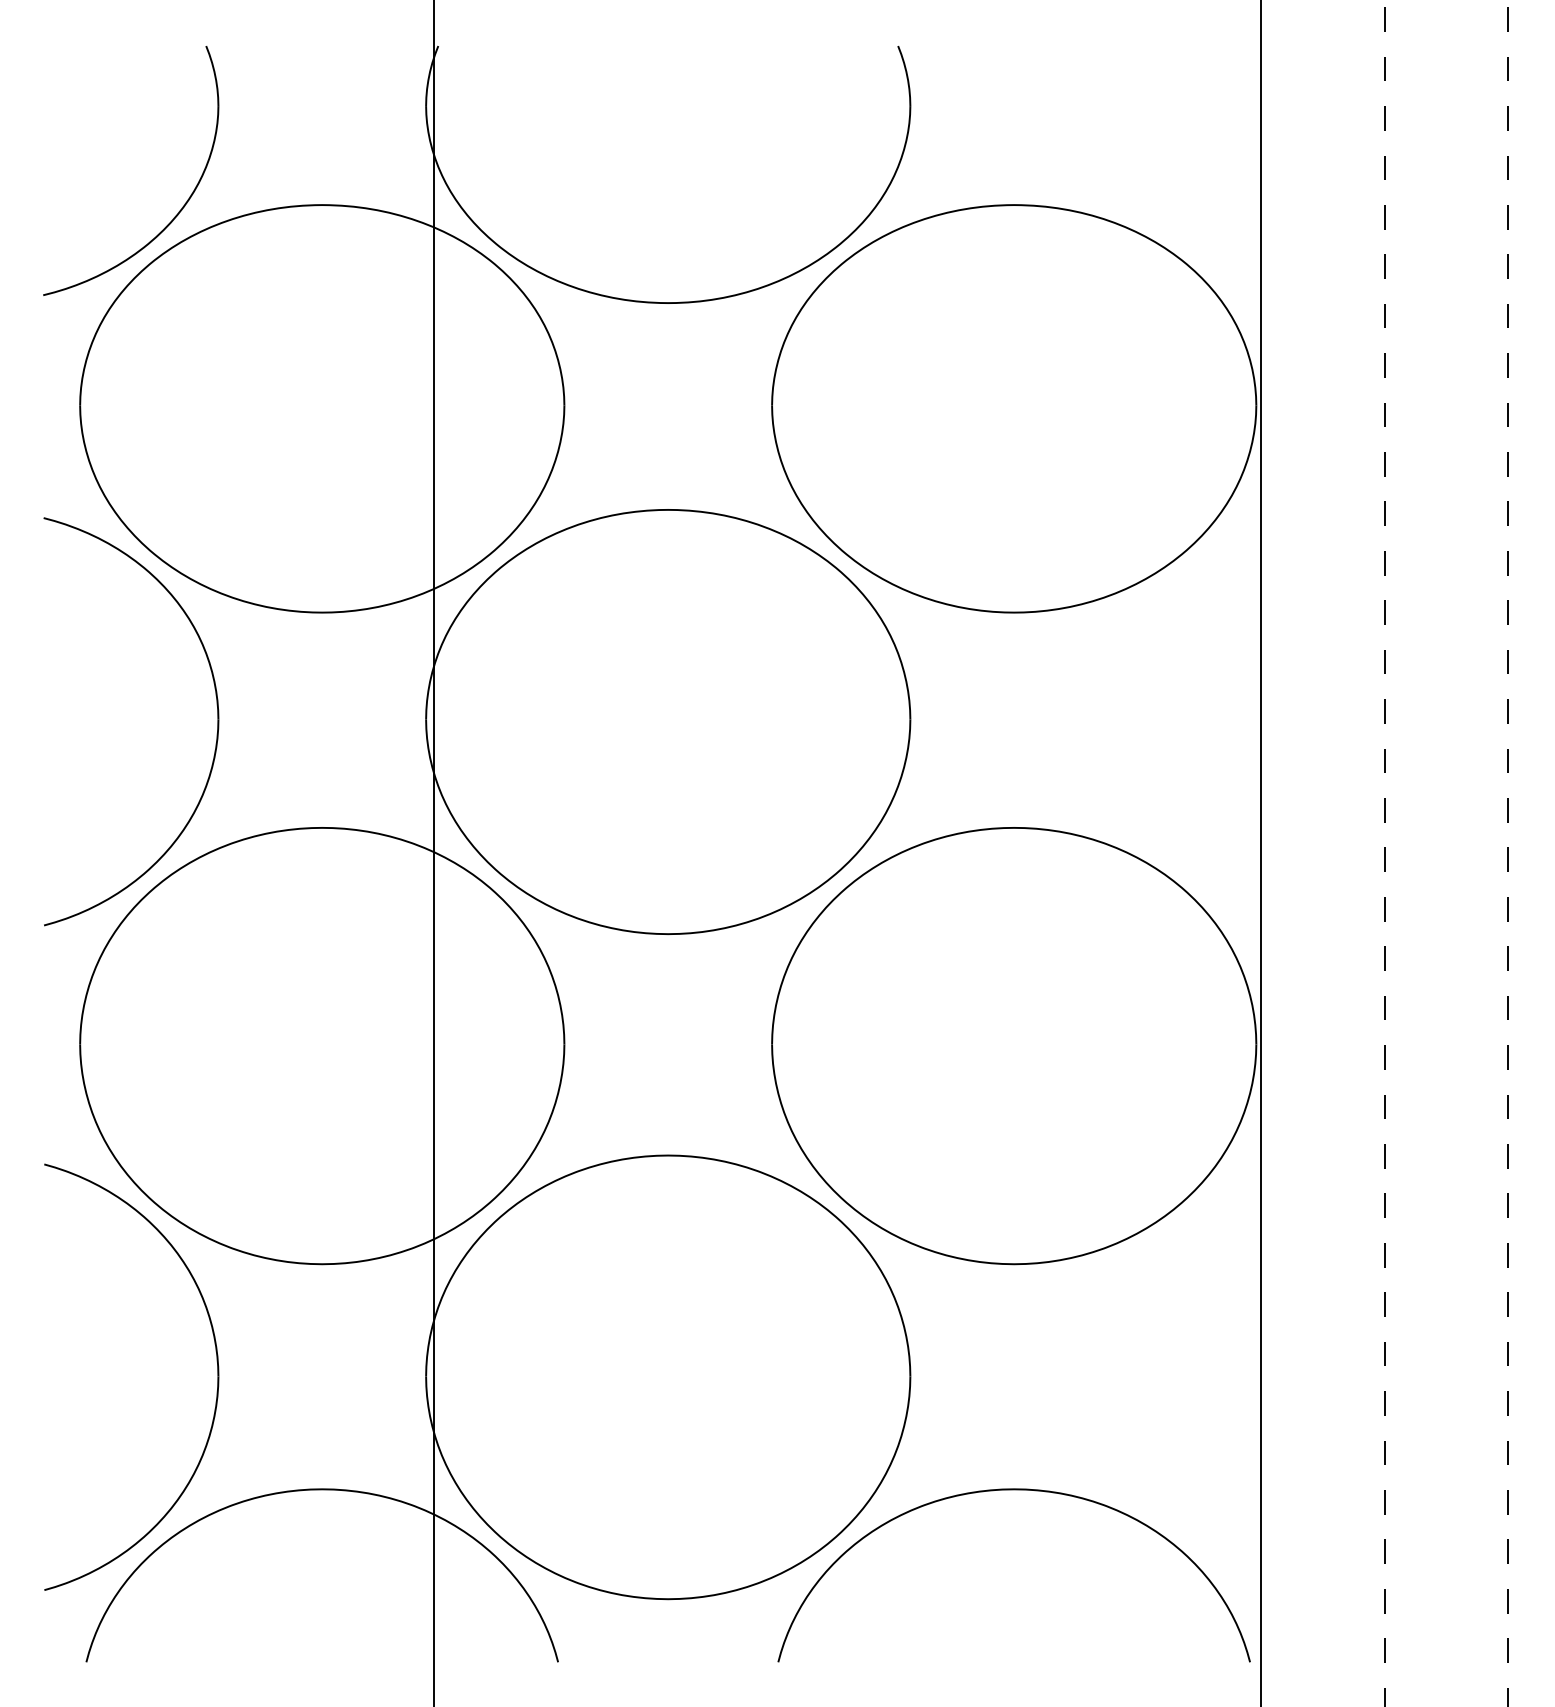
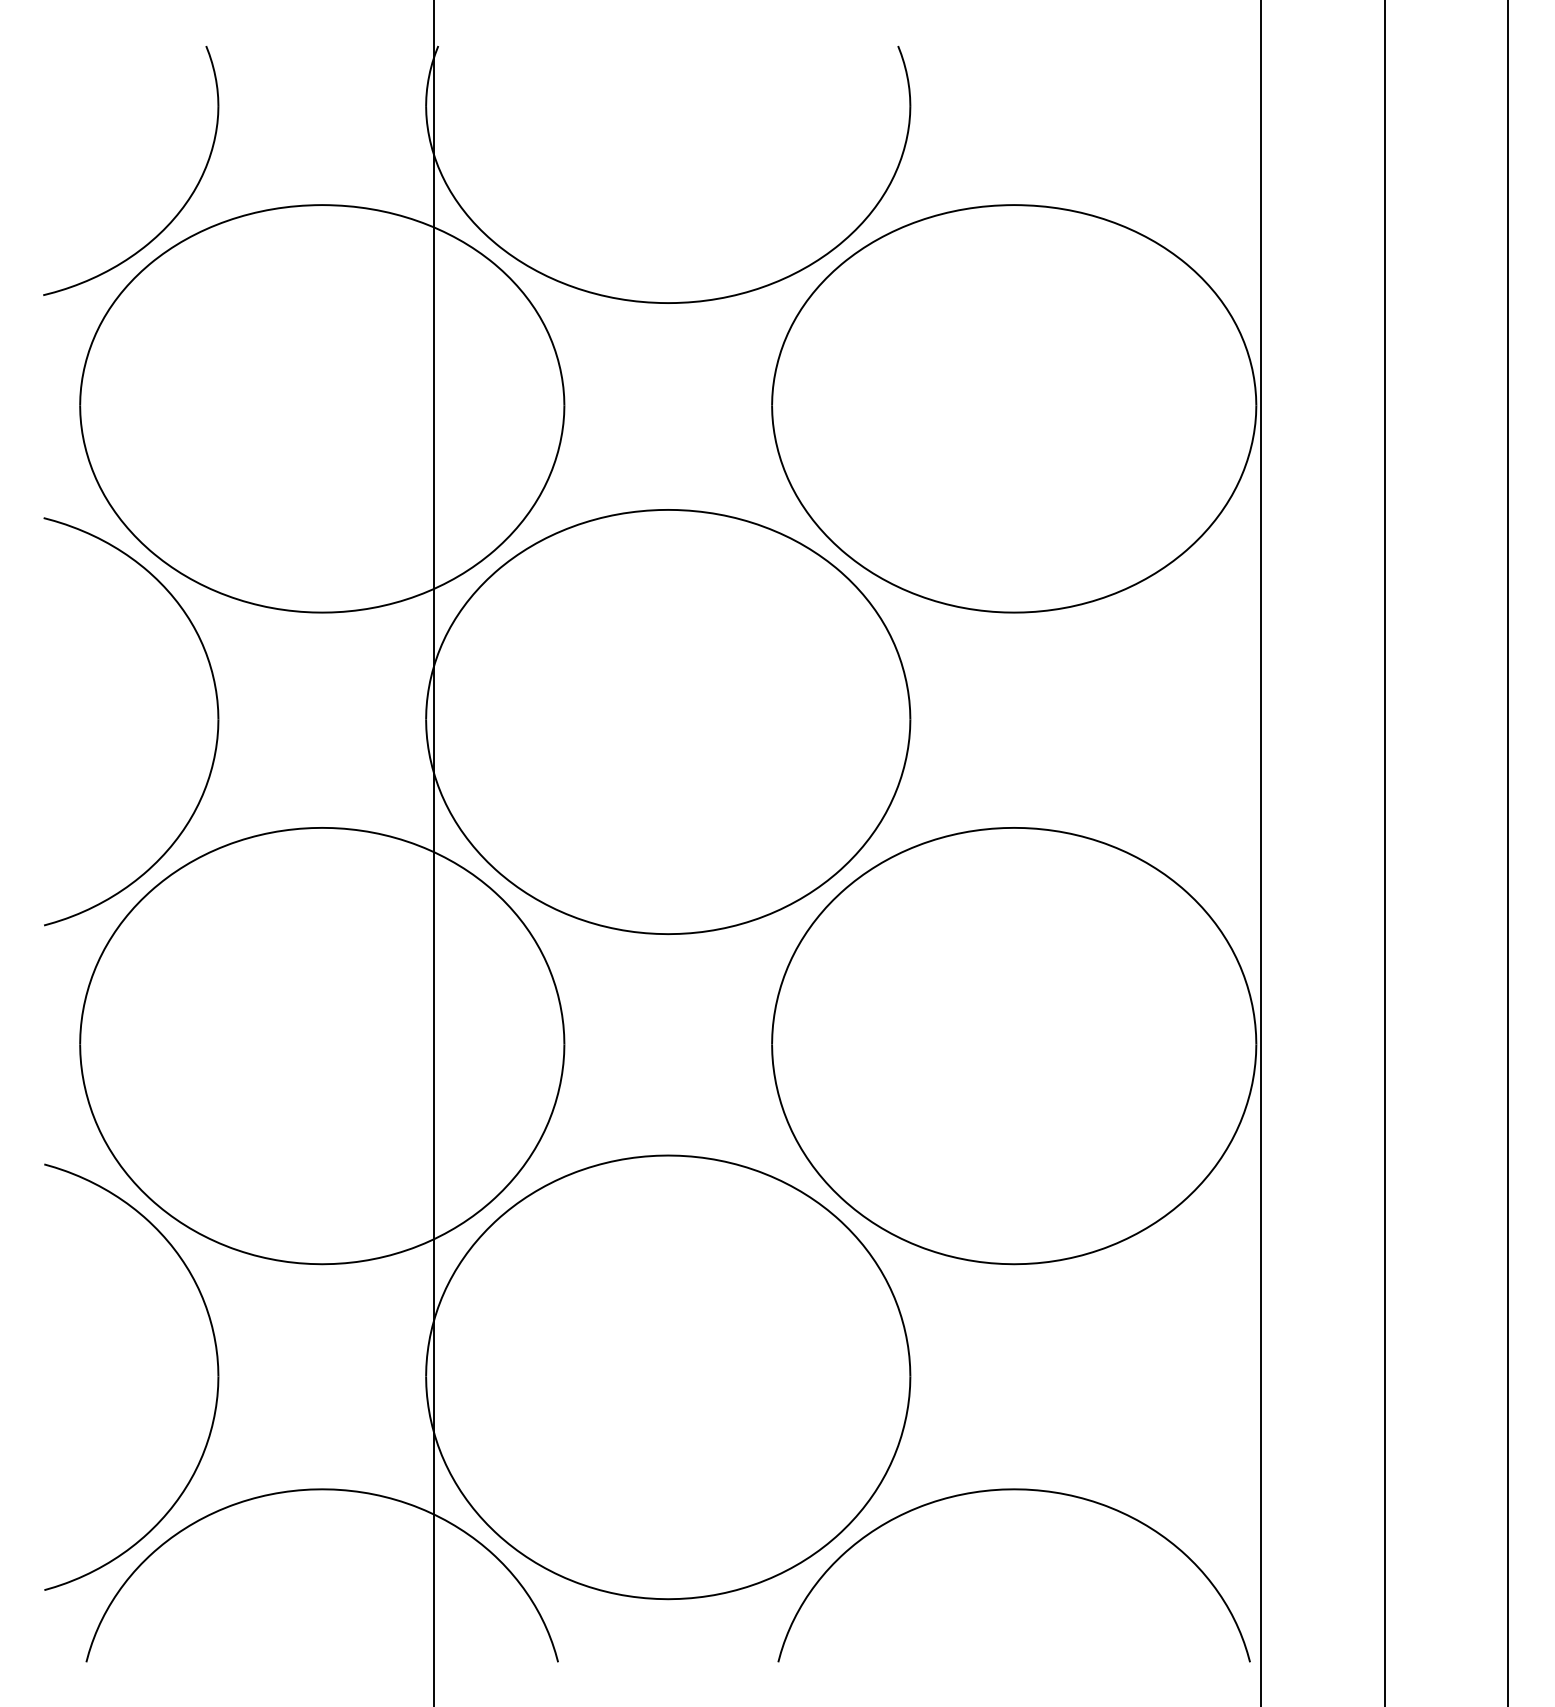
line at (1508, 852): dashed -> solid
line at (1384, 854): dashed -> solid
